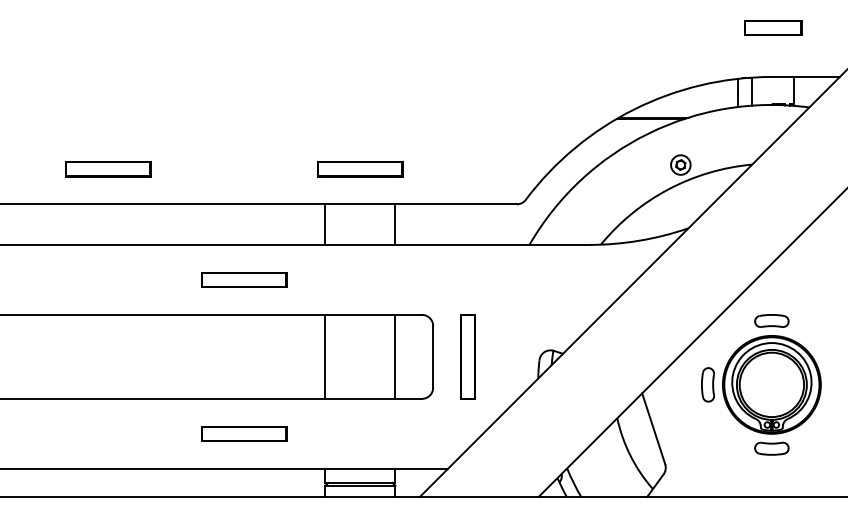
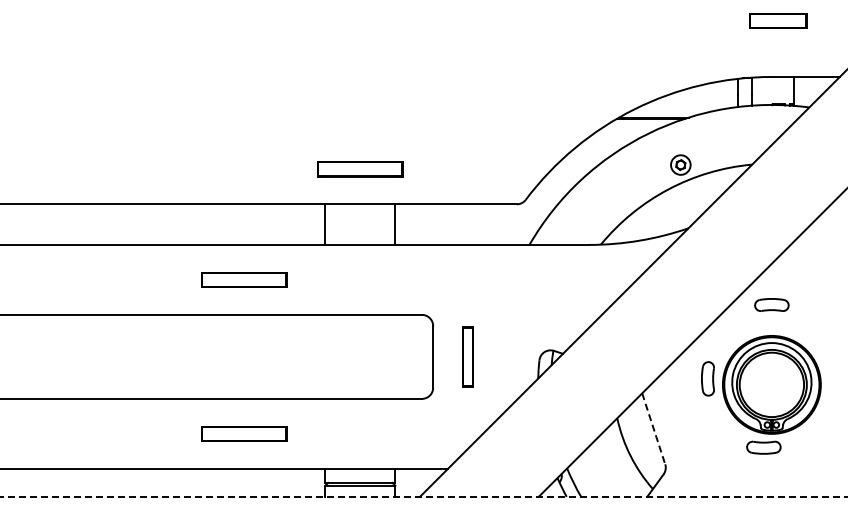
part at (773, 27) position: (773, 27) -> (778, 20)
part at (108, 169): present -> none
part at (771, 320) position: (771, 320) -> (771, 304)
line at (325, 356): present -> none
line at (395, 356): present -> none
part at (467, 356) size: 16x86 px -> 12x62 px
part at (707, 384) position: (707, 384) -> (707, 378)
line at (653, 429): solid -> dashed
part at (771, 448) position: (771, 448) -> (763, 447)
line at (424, 496): solid -> dashed
